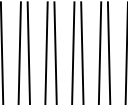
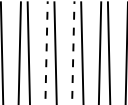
line at (46, 52): solid -> dashed
line at (73, 52): solid -> dashed
